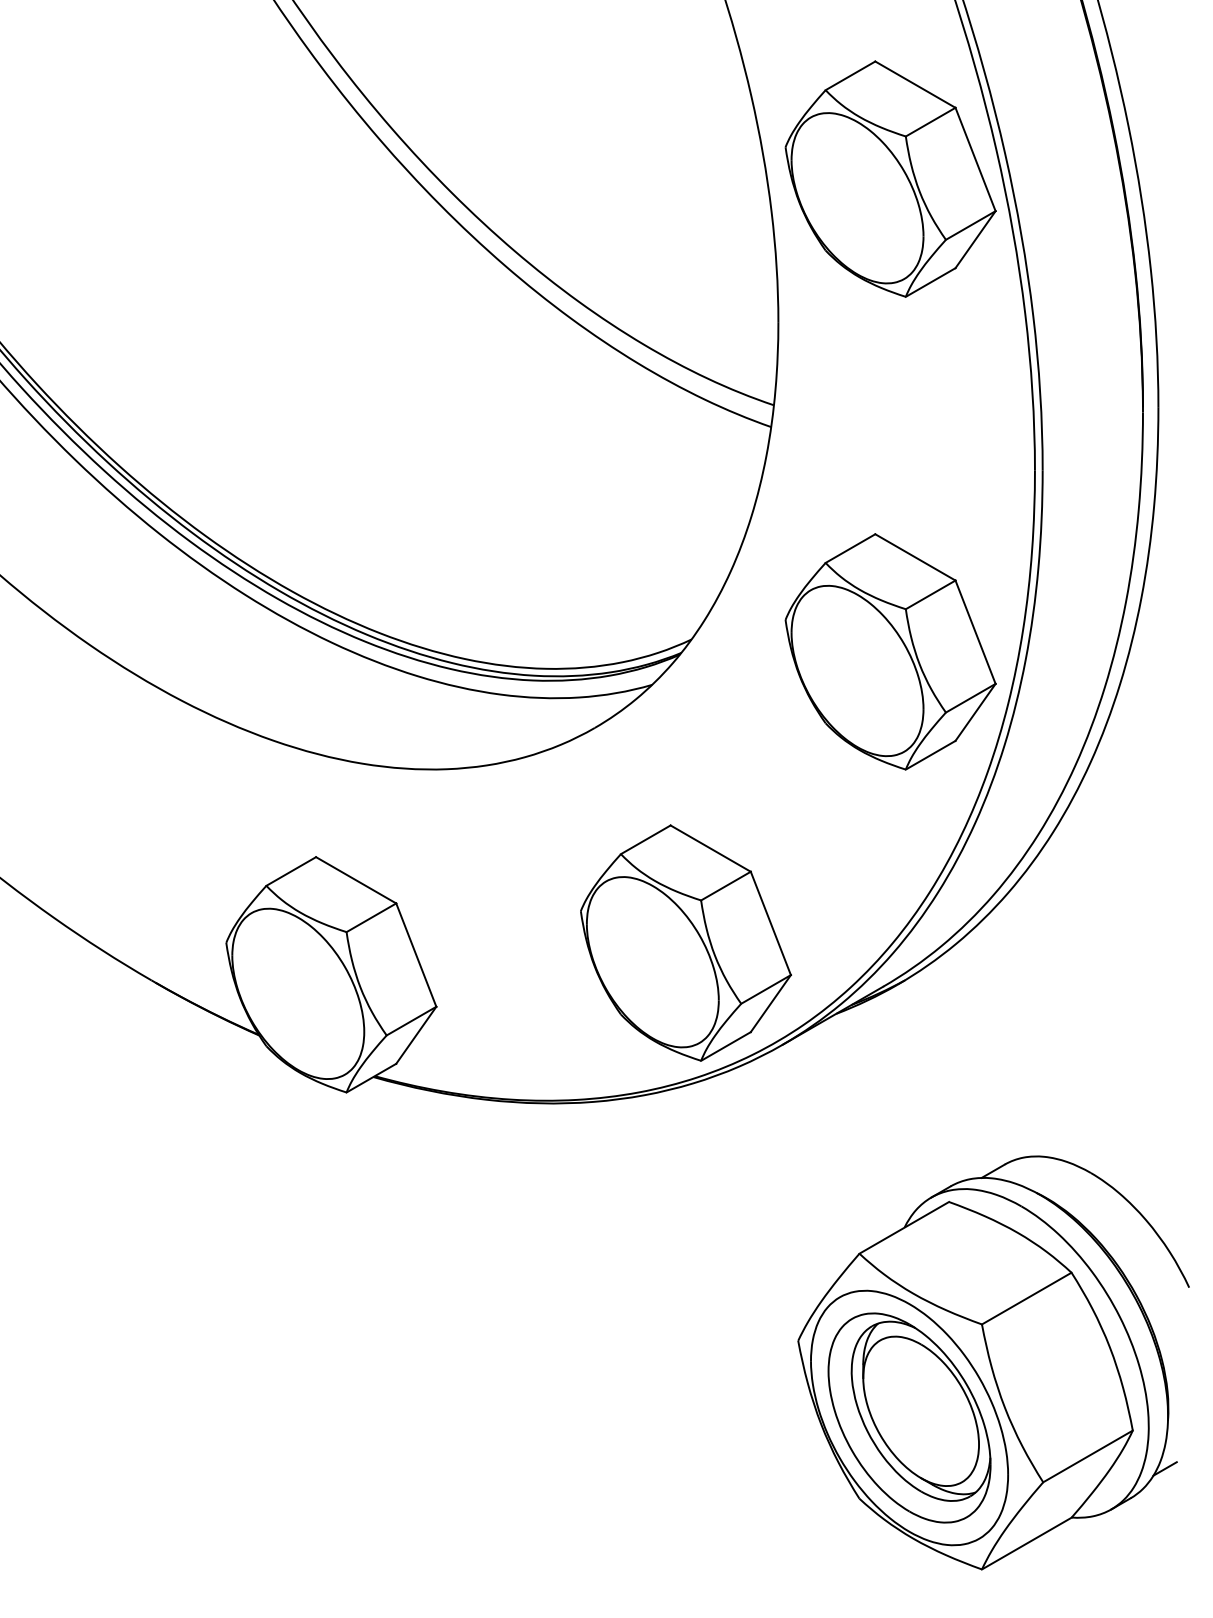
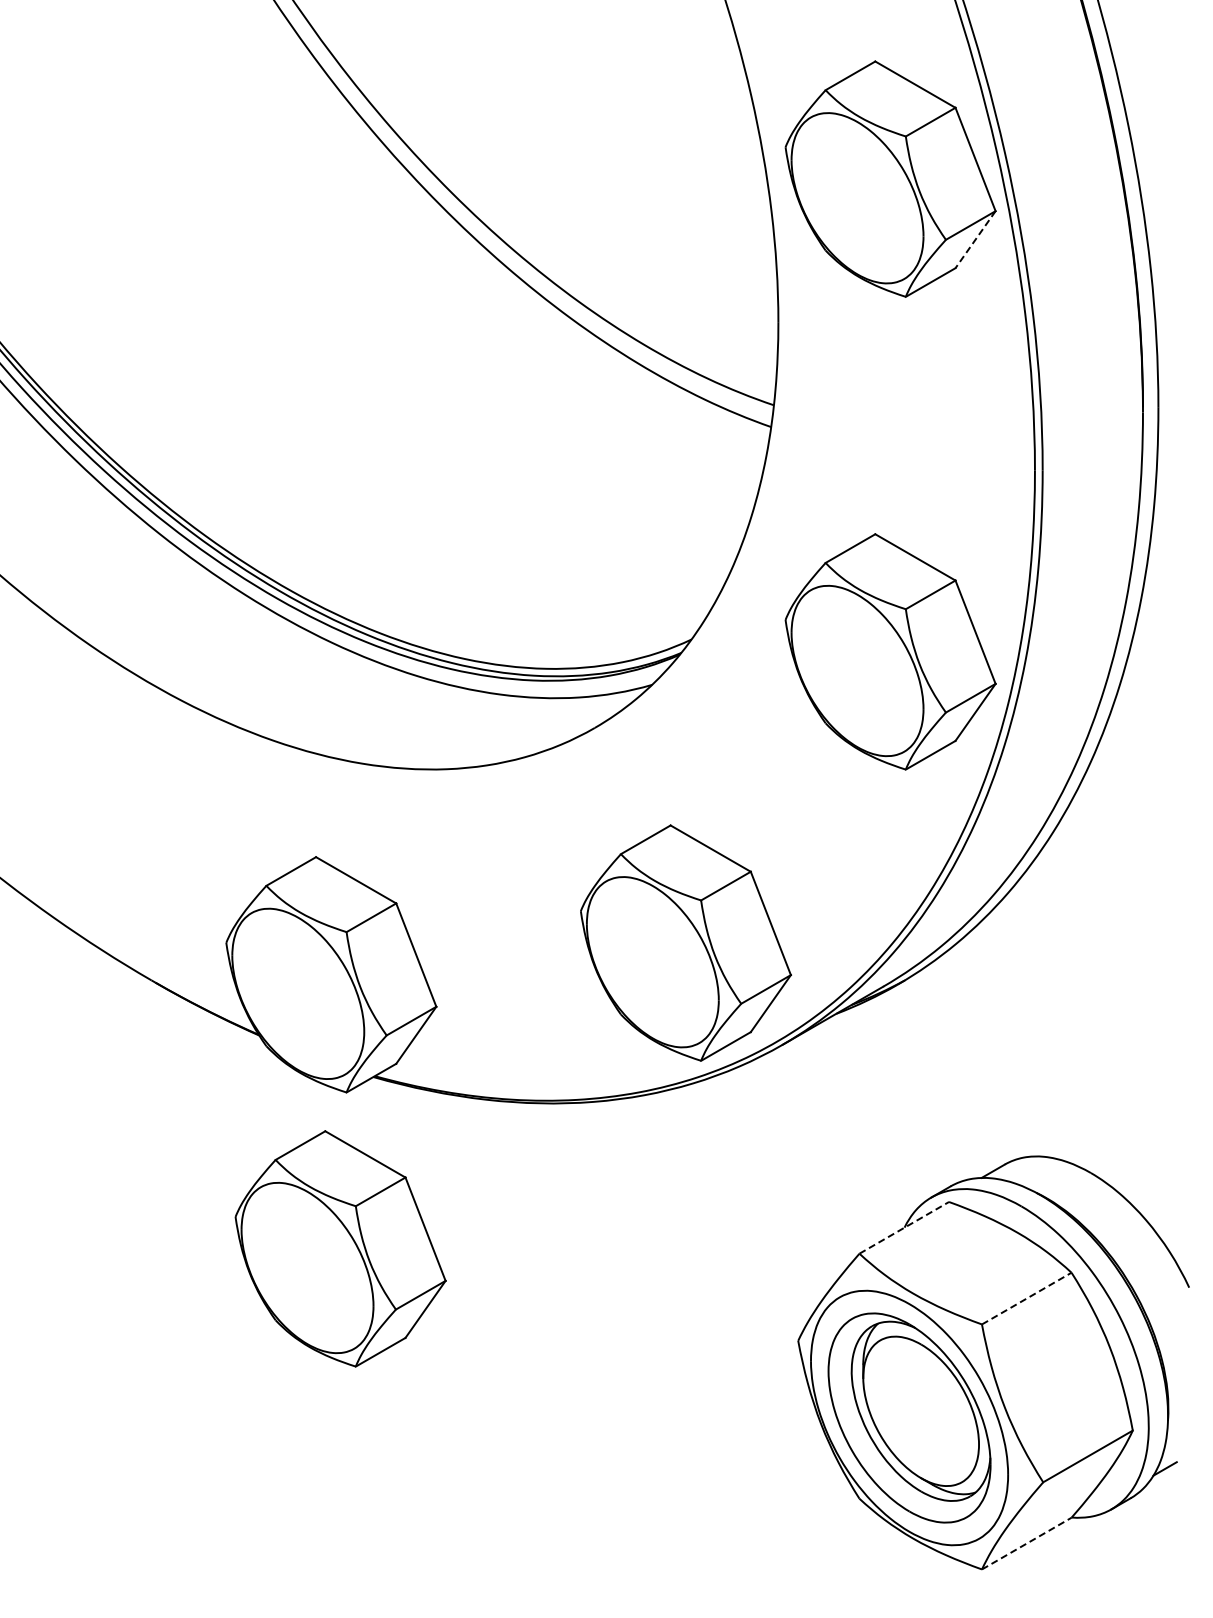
line at (975, 239): solid -> dashed
line at (904, 1227): solid -> dashed
part at (340, 1248): none -> present
line at (1026, 1298): solid -> dashed
line at (1026, 1543): solid -> dashed
